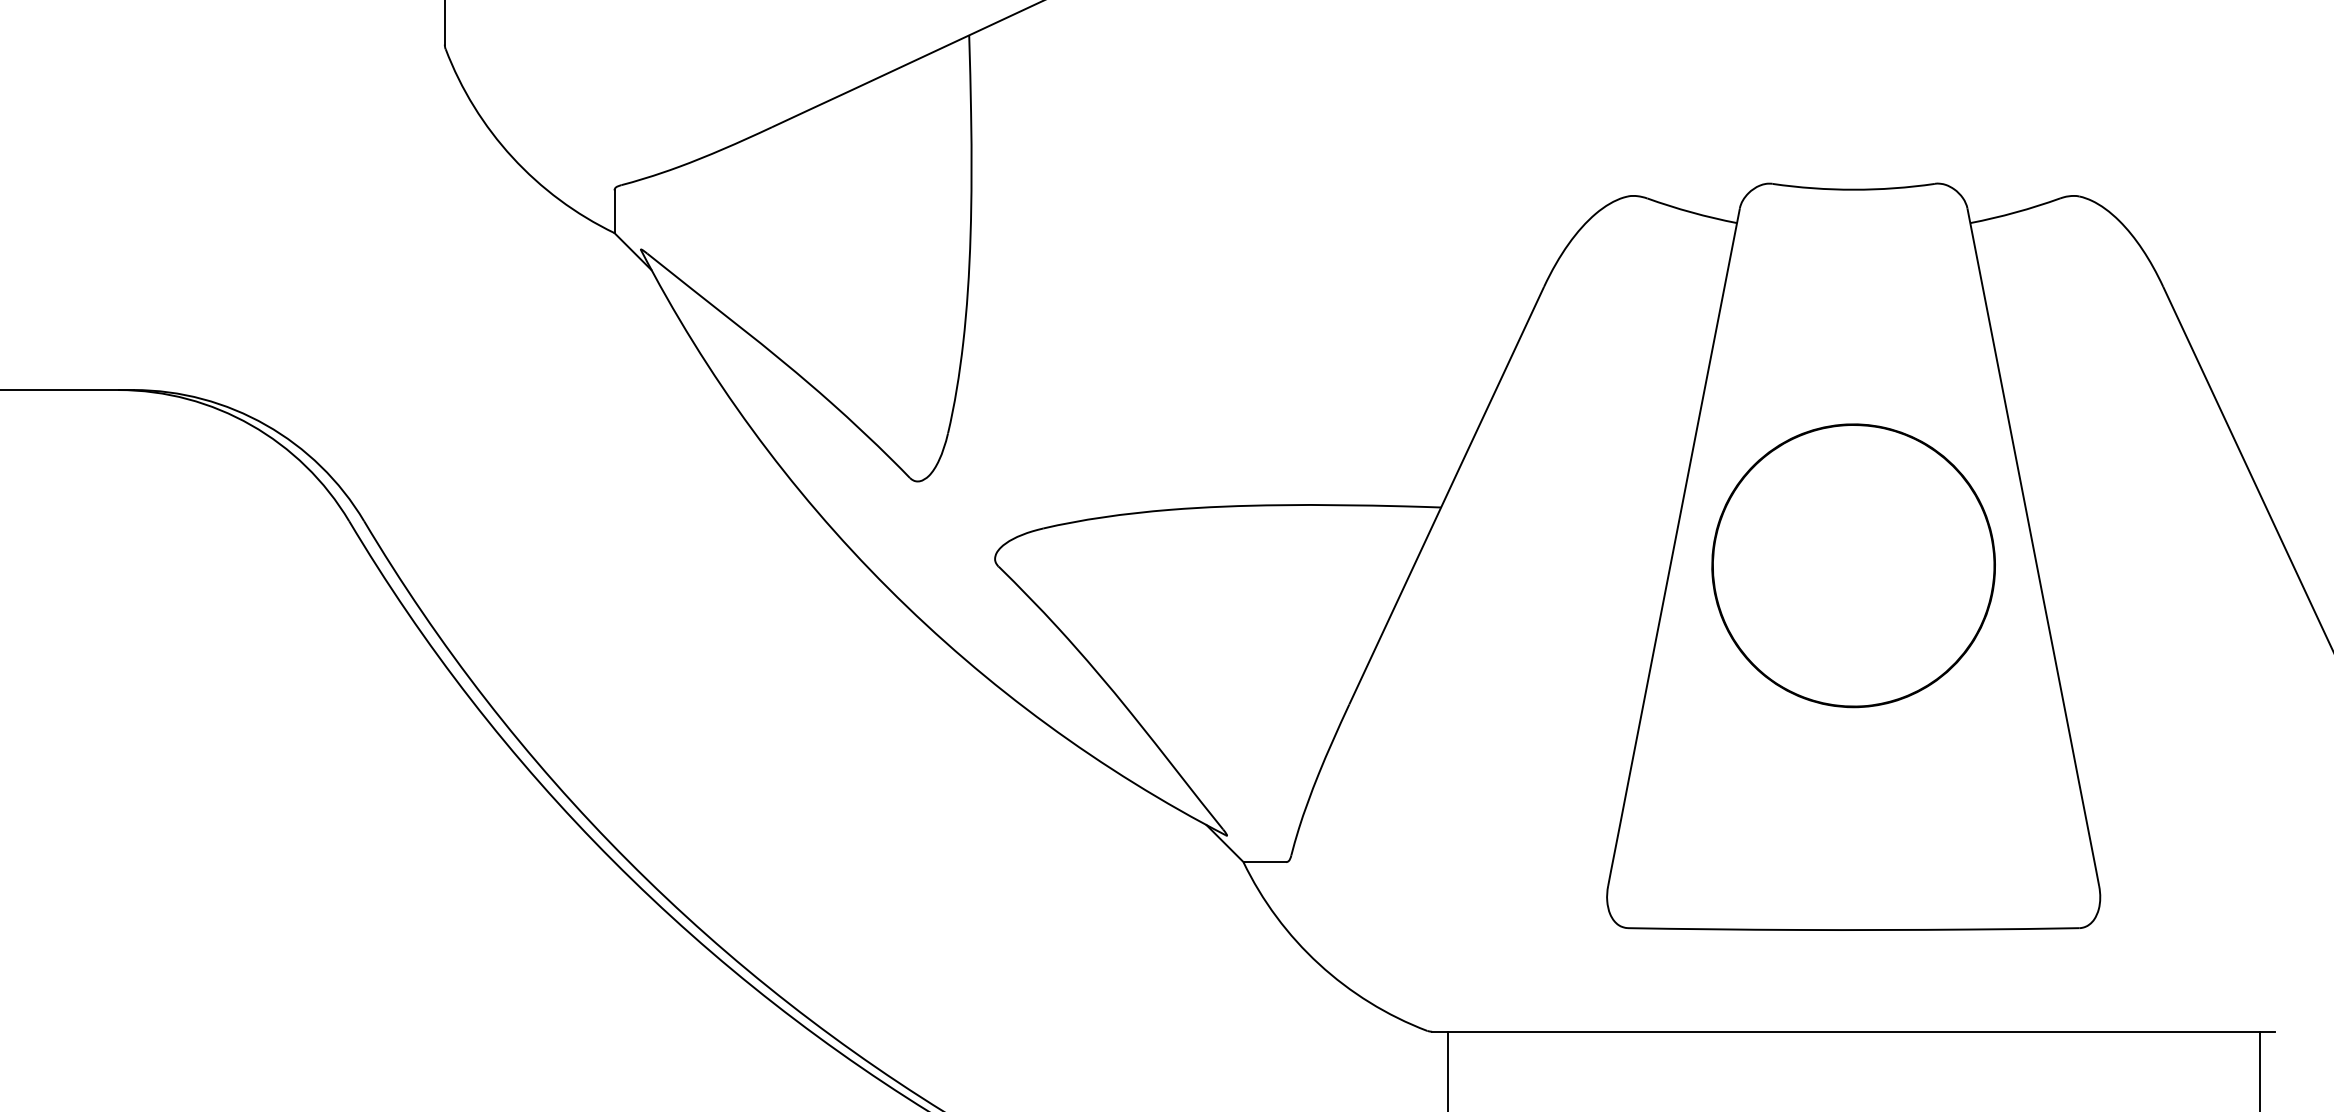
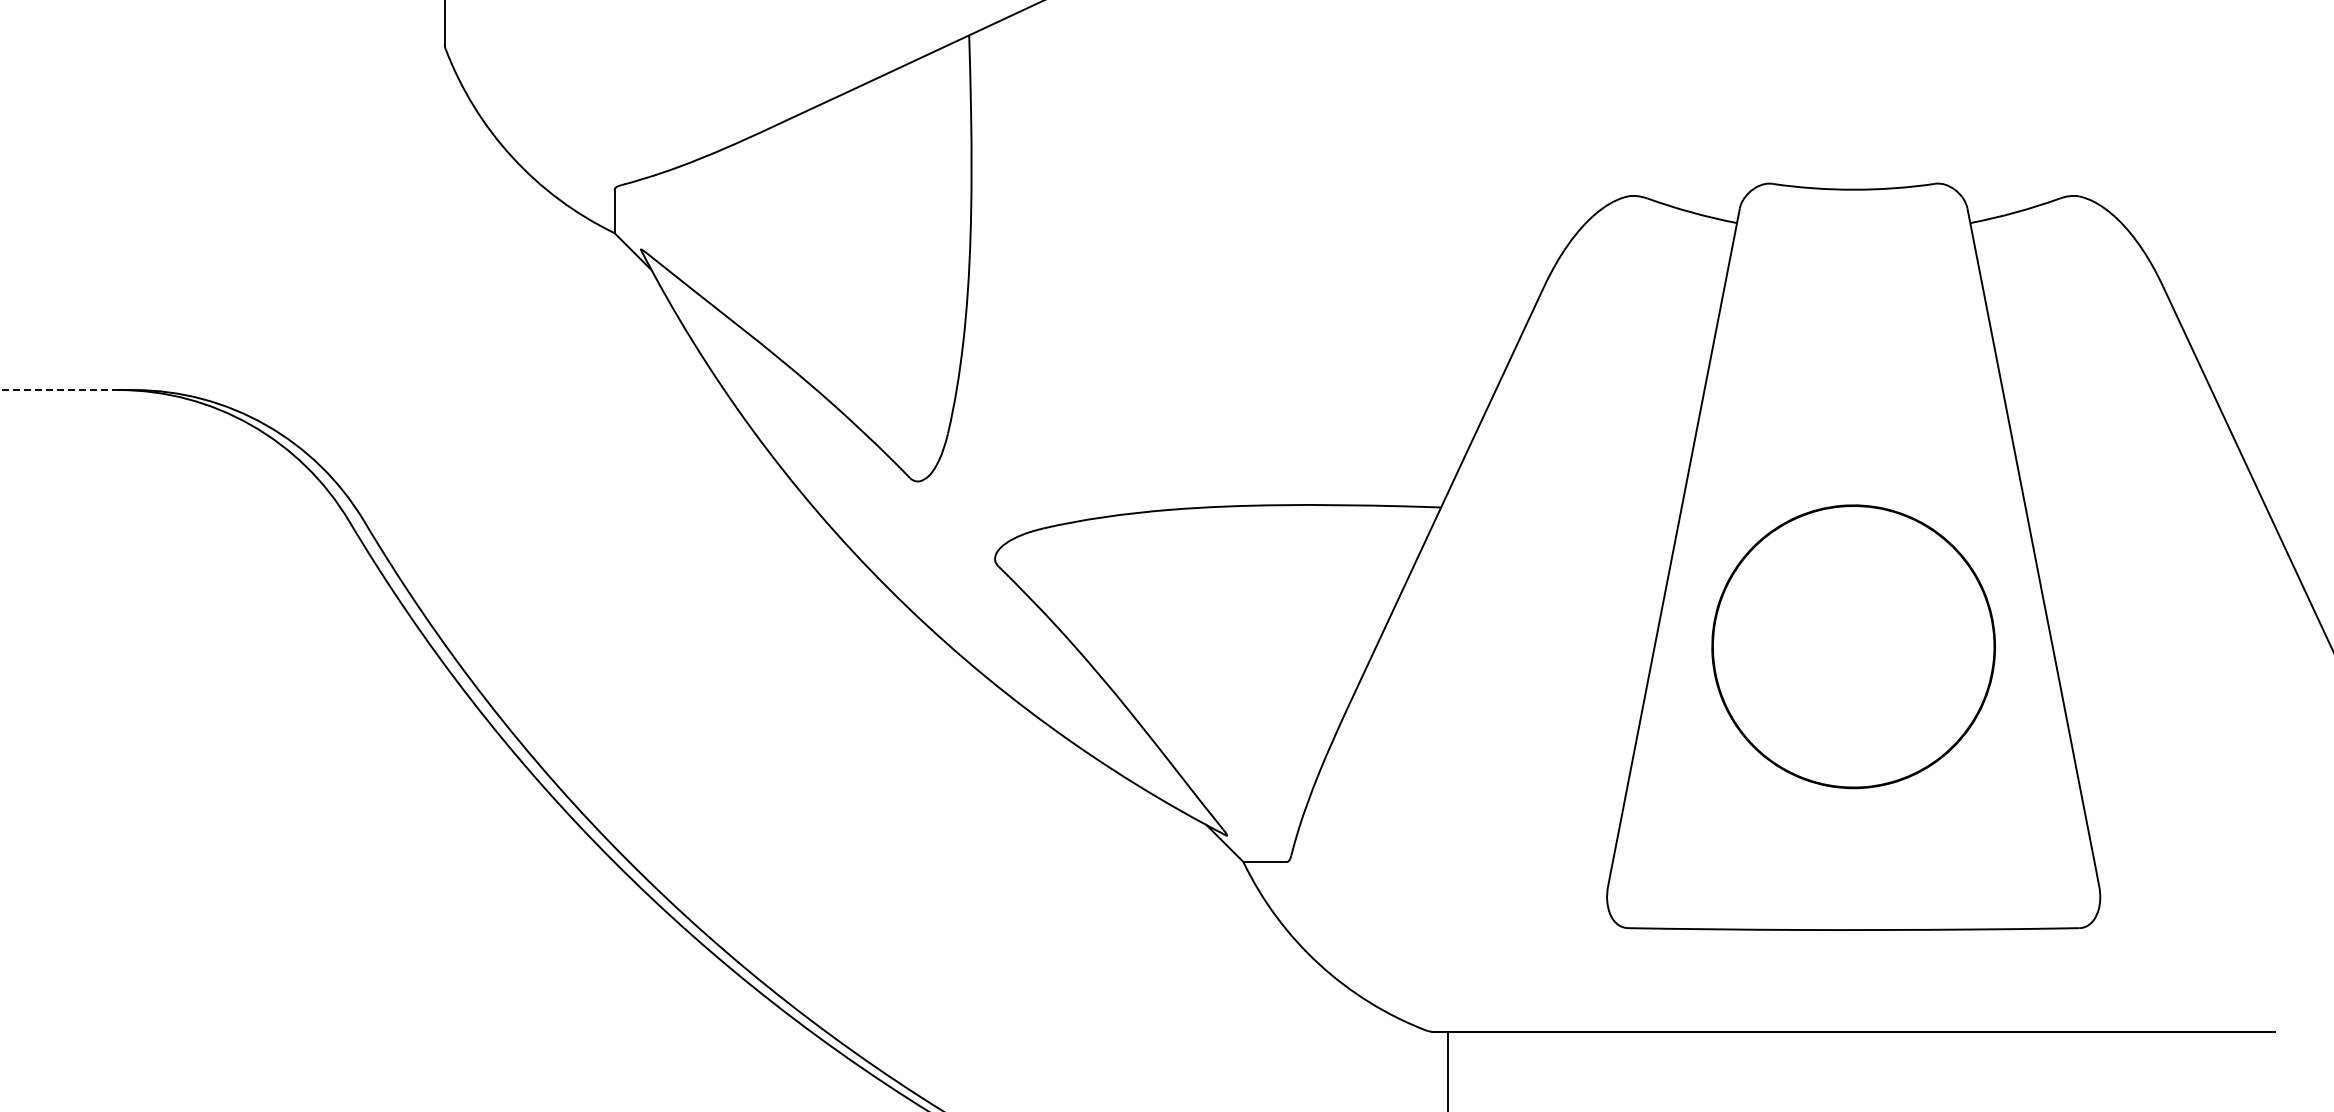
line at (59, 390): solid -> dashed
part at (1853, 565) position: (1853, 565) -> (1853, 646)
line at (2259, 1069): present -> none
